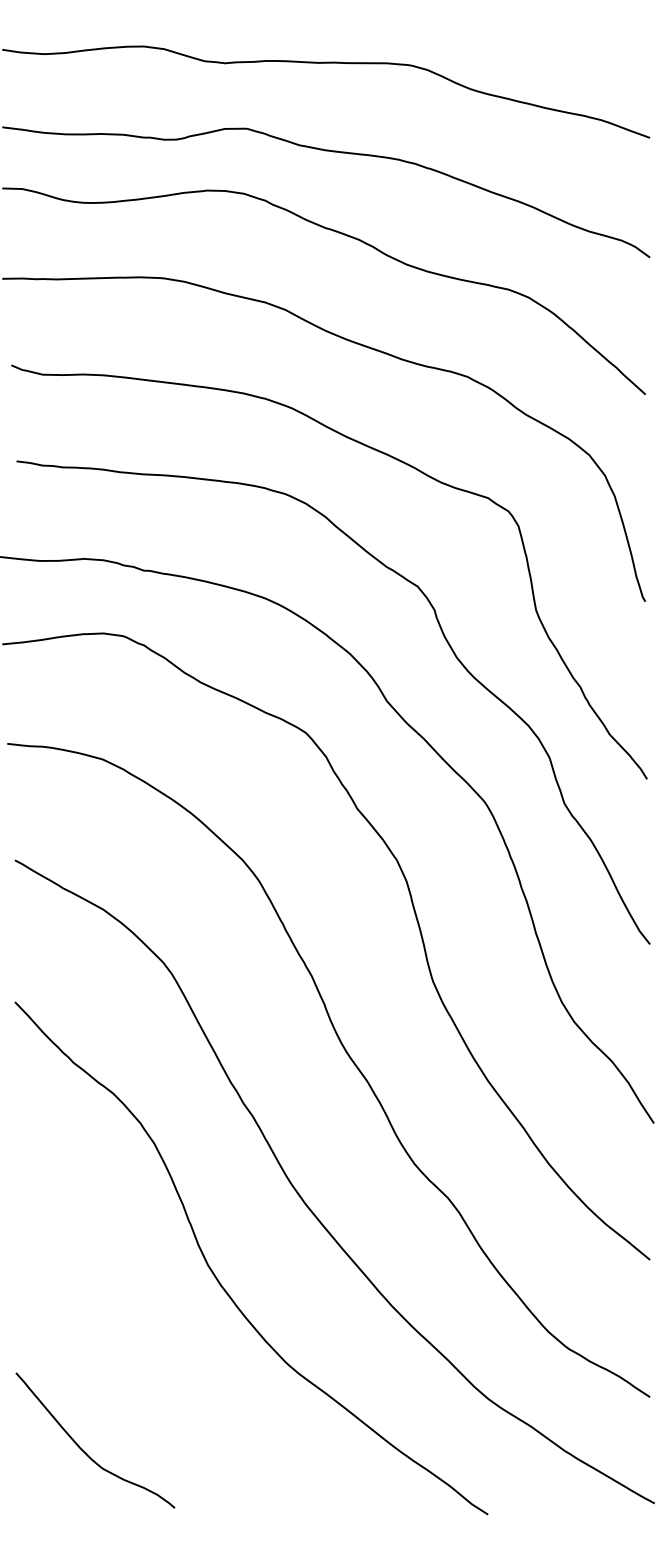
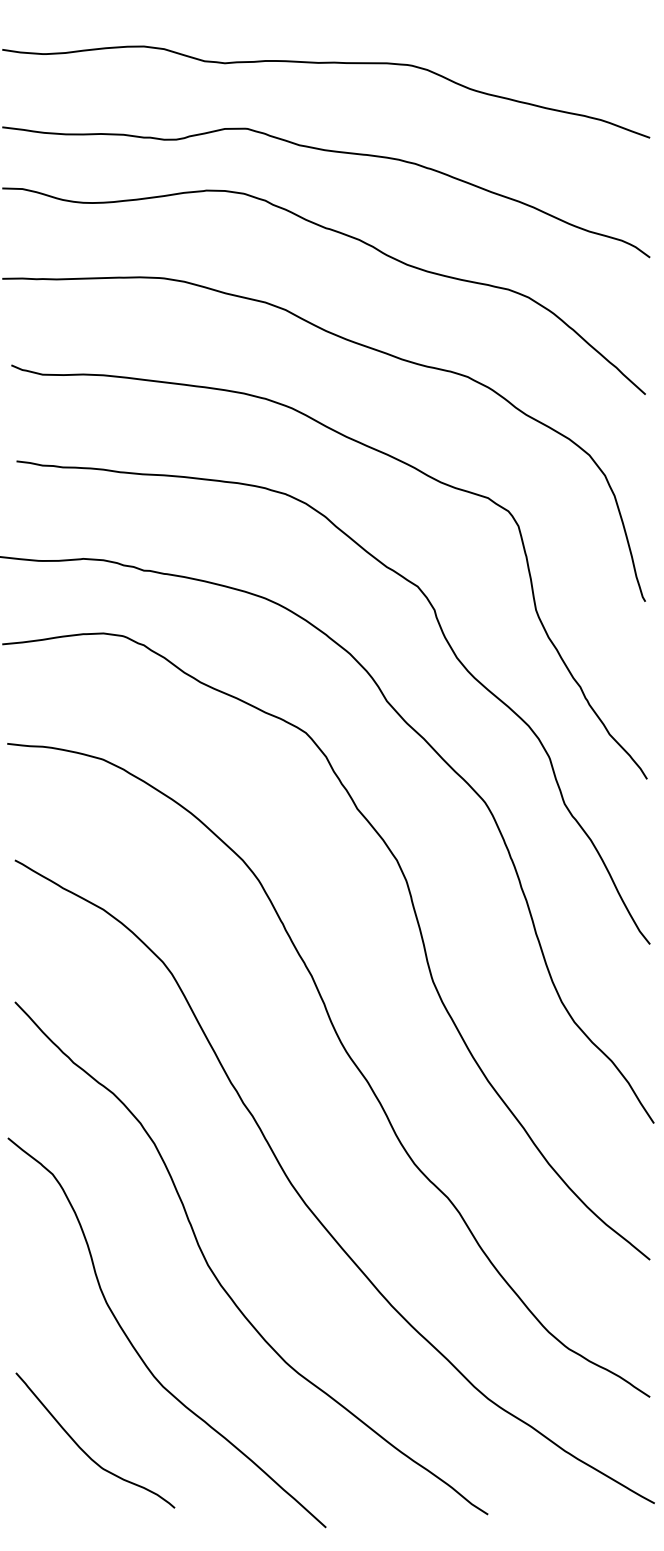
curve at (138, 1352): none -> present
